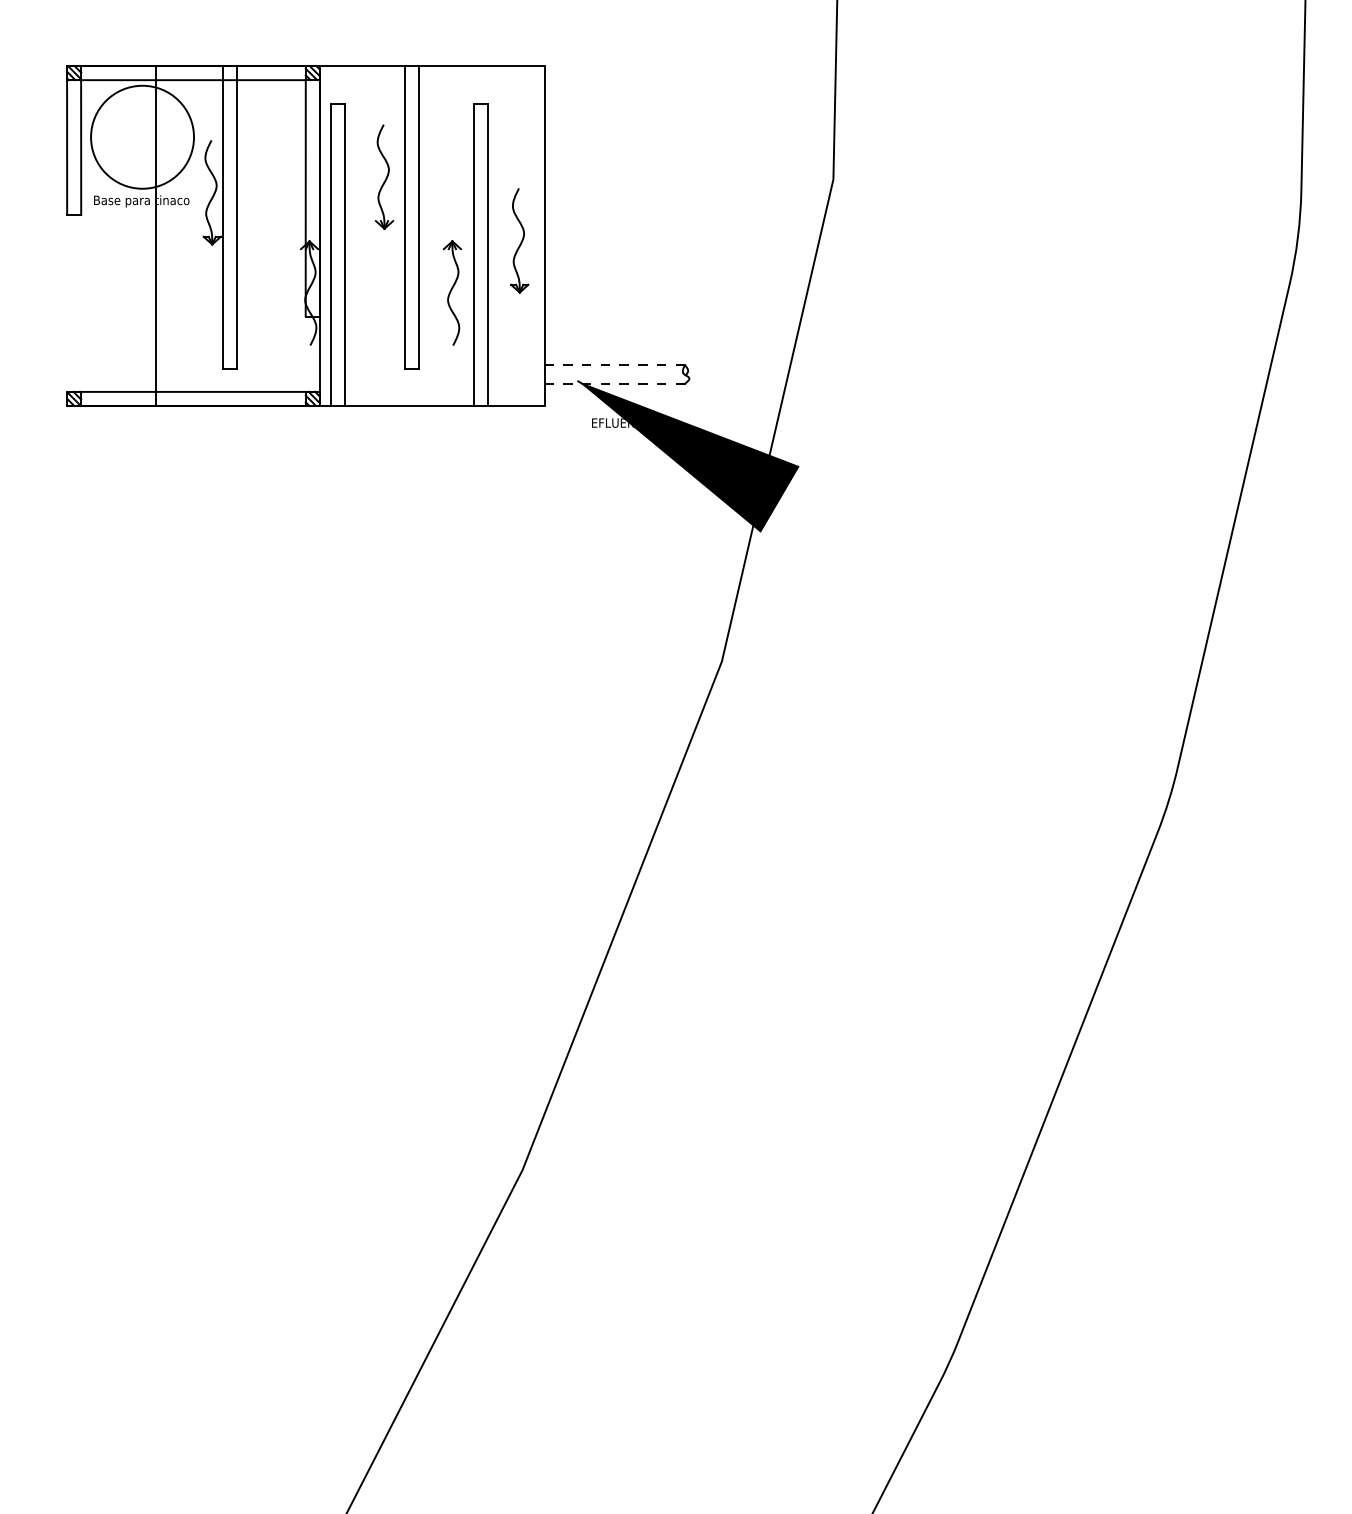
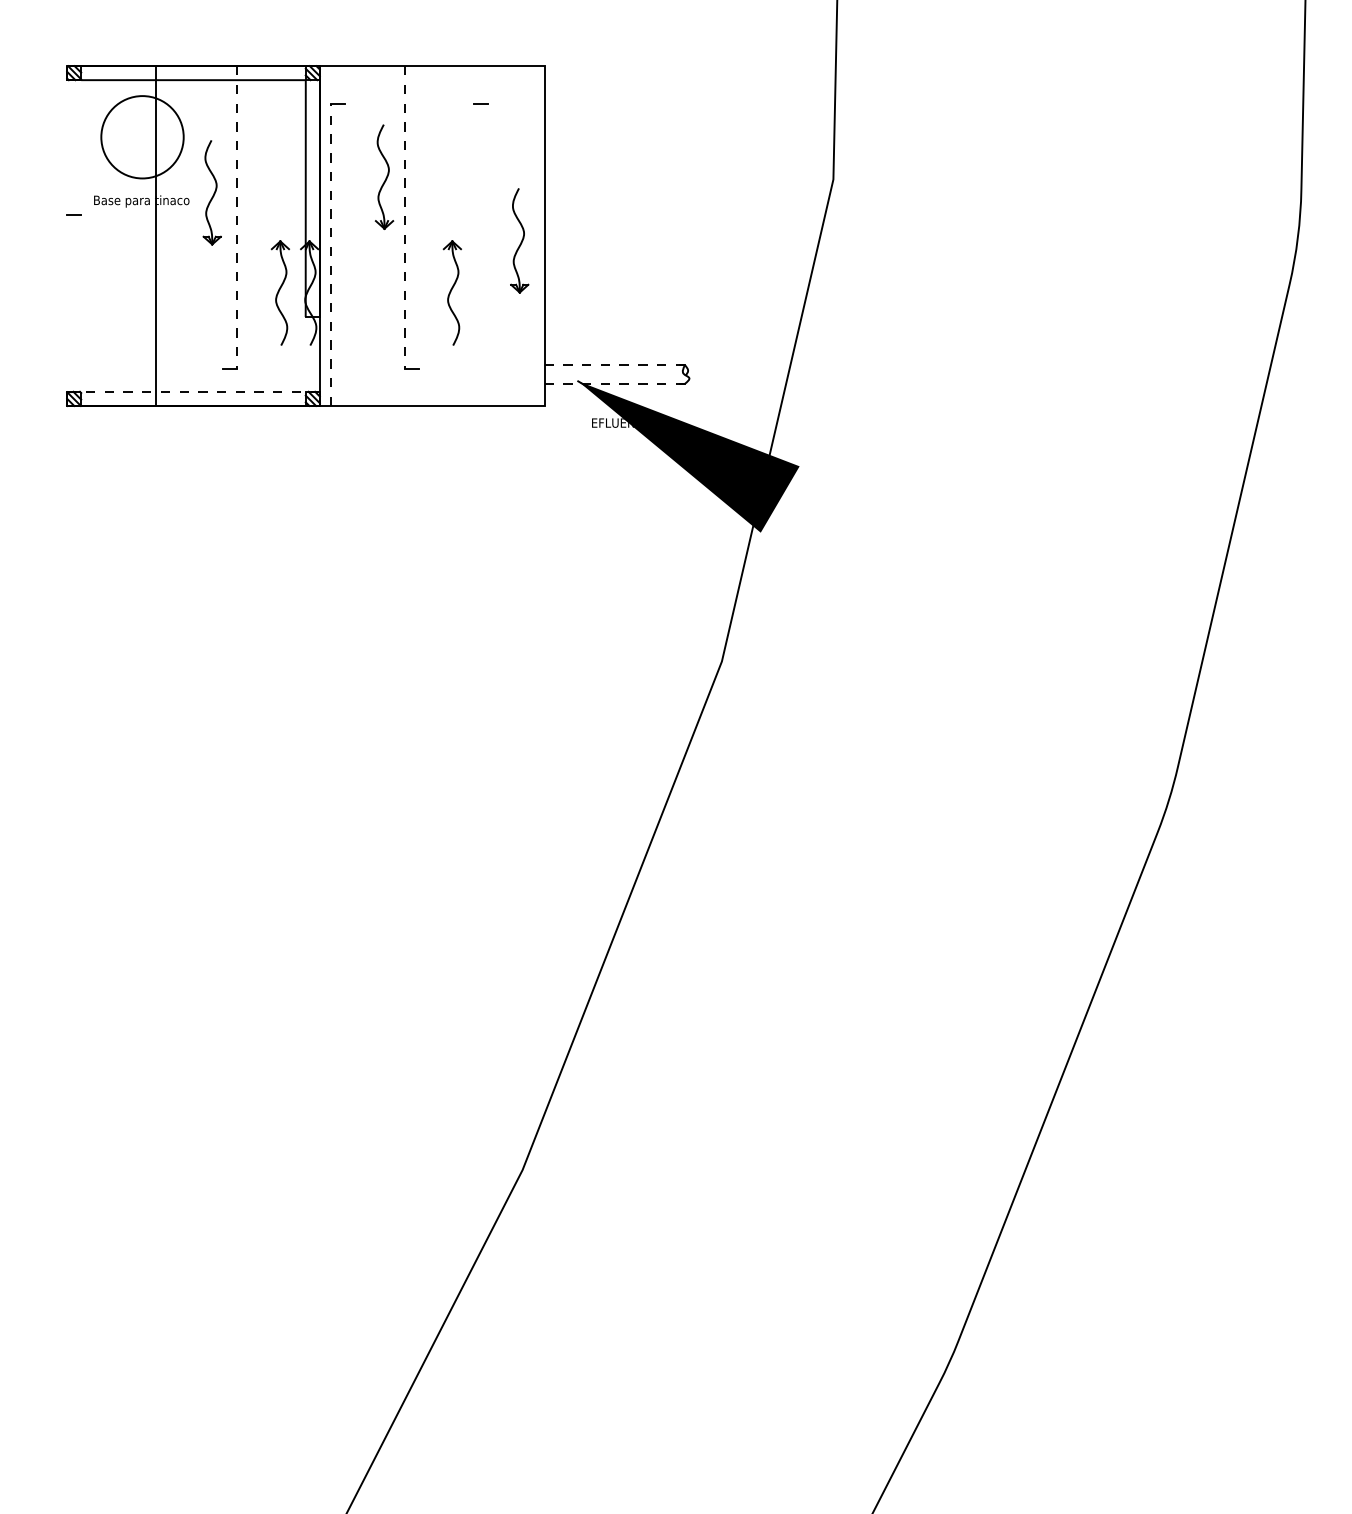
circle at (142, 136) diameter: 103 px -> 82 px
line at (67, 140): present -> none
line at (81, 147): present -> none
line at (223, 217): present -> none
line at (237, 217): solid -> dashed
line at (404, 217): solid -> dashed
line at (418, 217): present -> none
line at (331, 254): solid -> dashed
line at (345, 254): present -> none
line at (474, 254): present -> none
line at (488, 254): present -> none
part at (279, 292): none -> present
line at (193, 391): solid -> dashed
